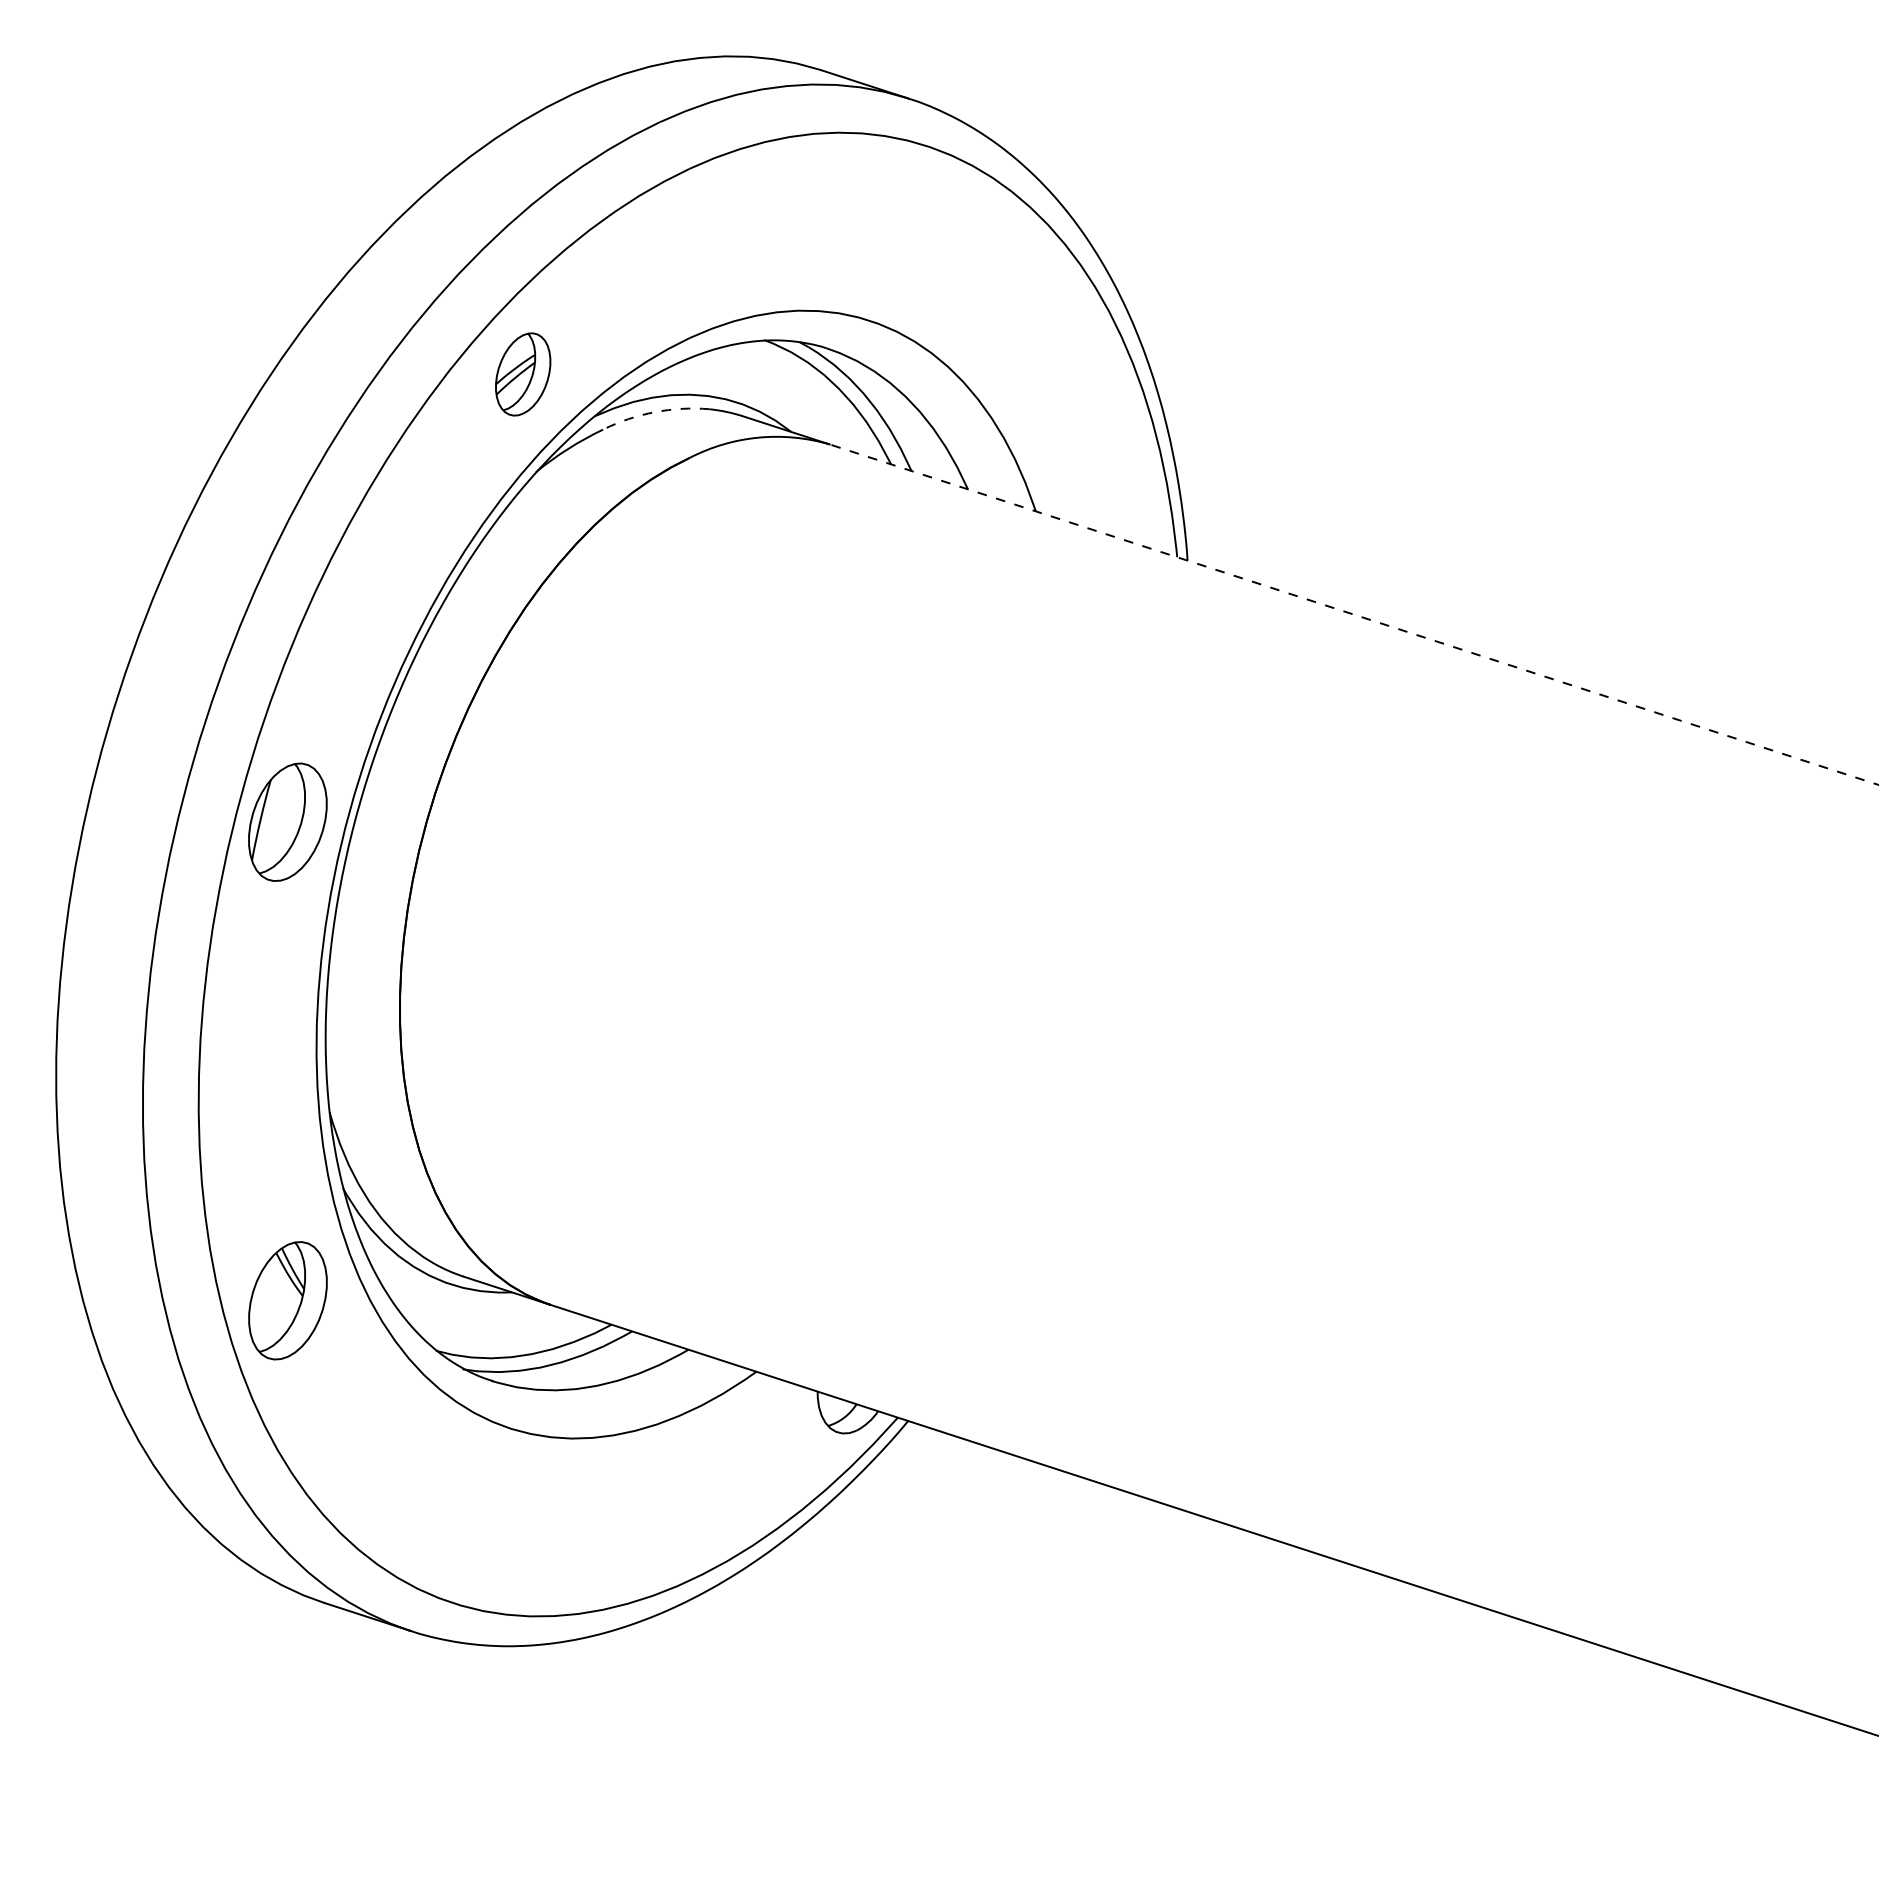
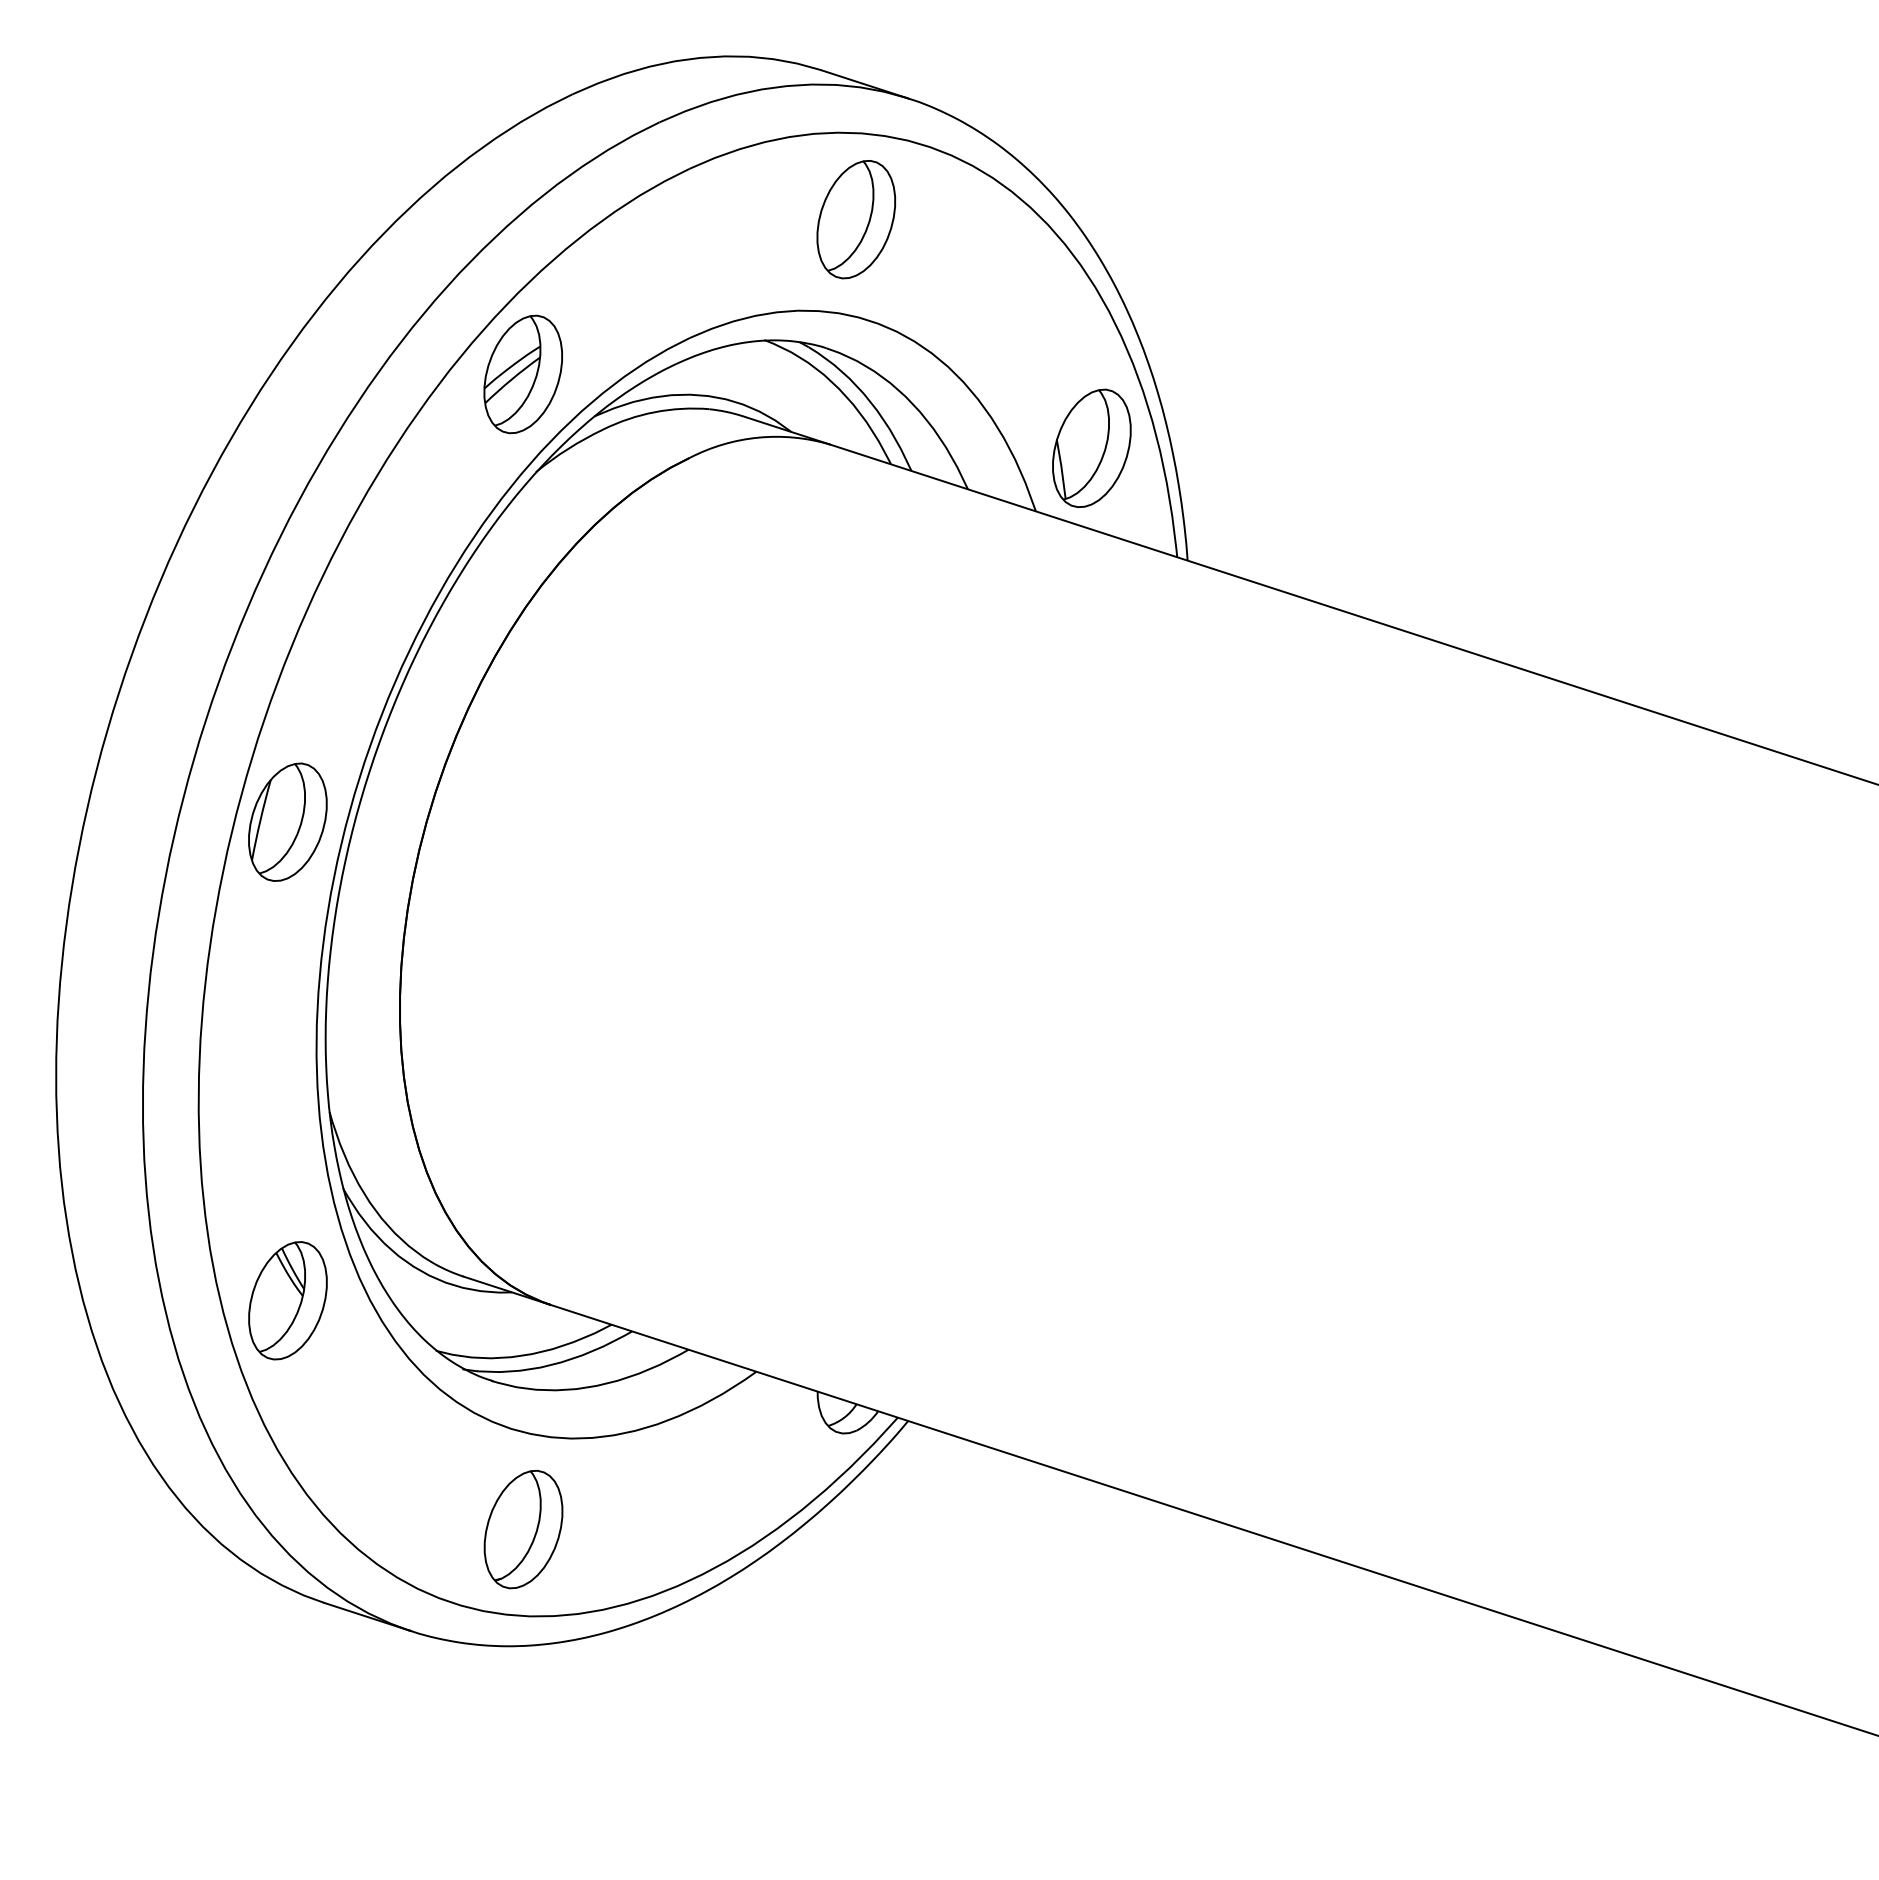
part at (855, 219): none -> present
part at (523, 374) size: 57x85 px -> 80x121 px
arc at (654, 412): dashed -> solid
part at (1091, 447): none -> present
line at (1353, 614): dashed -> solid
part at (523, 1529): none -> present
